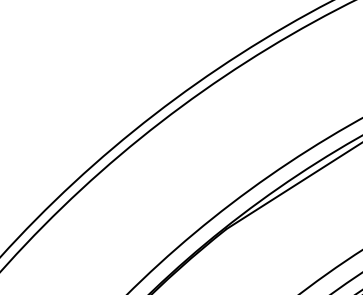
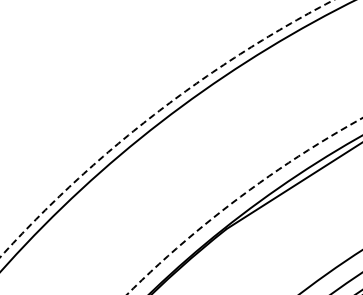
arc at (154, 114): solid -> dashed
arc at (238, 198): solid -> dashed
